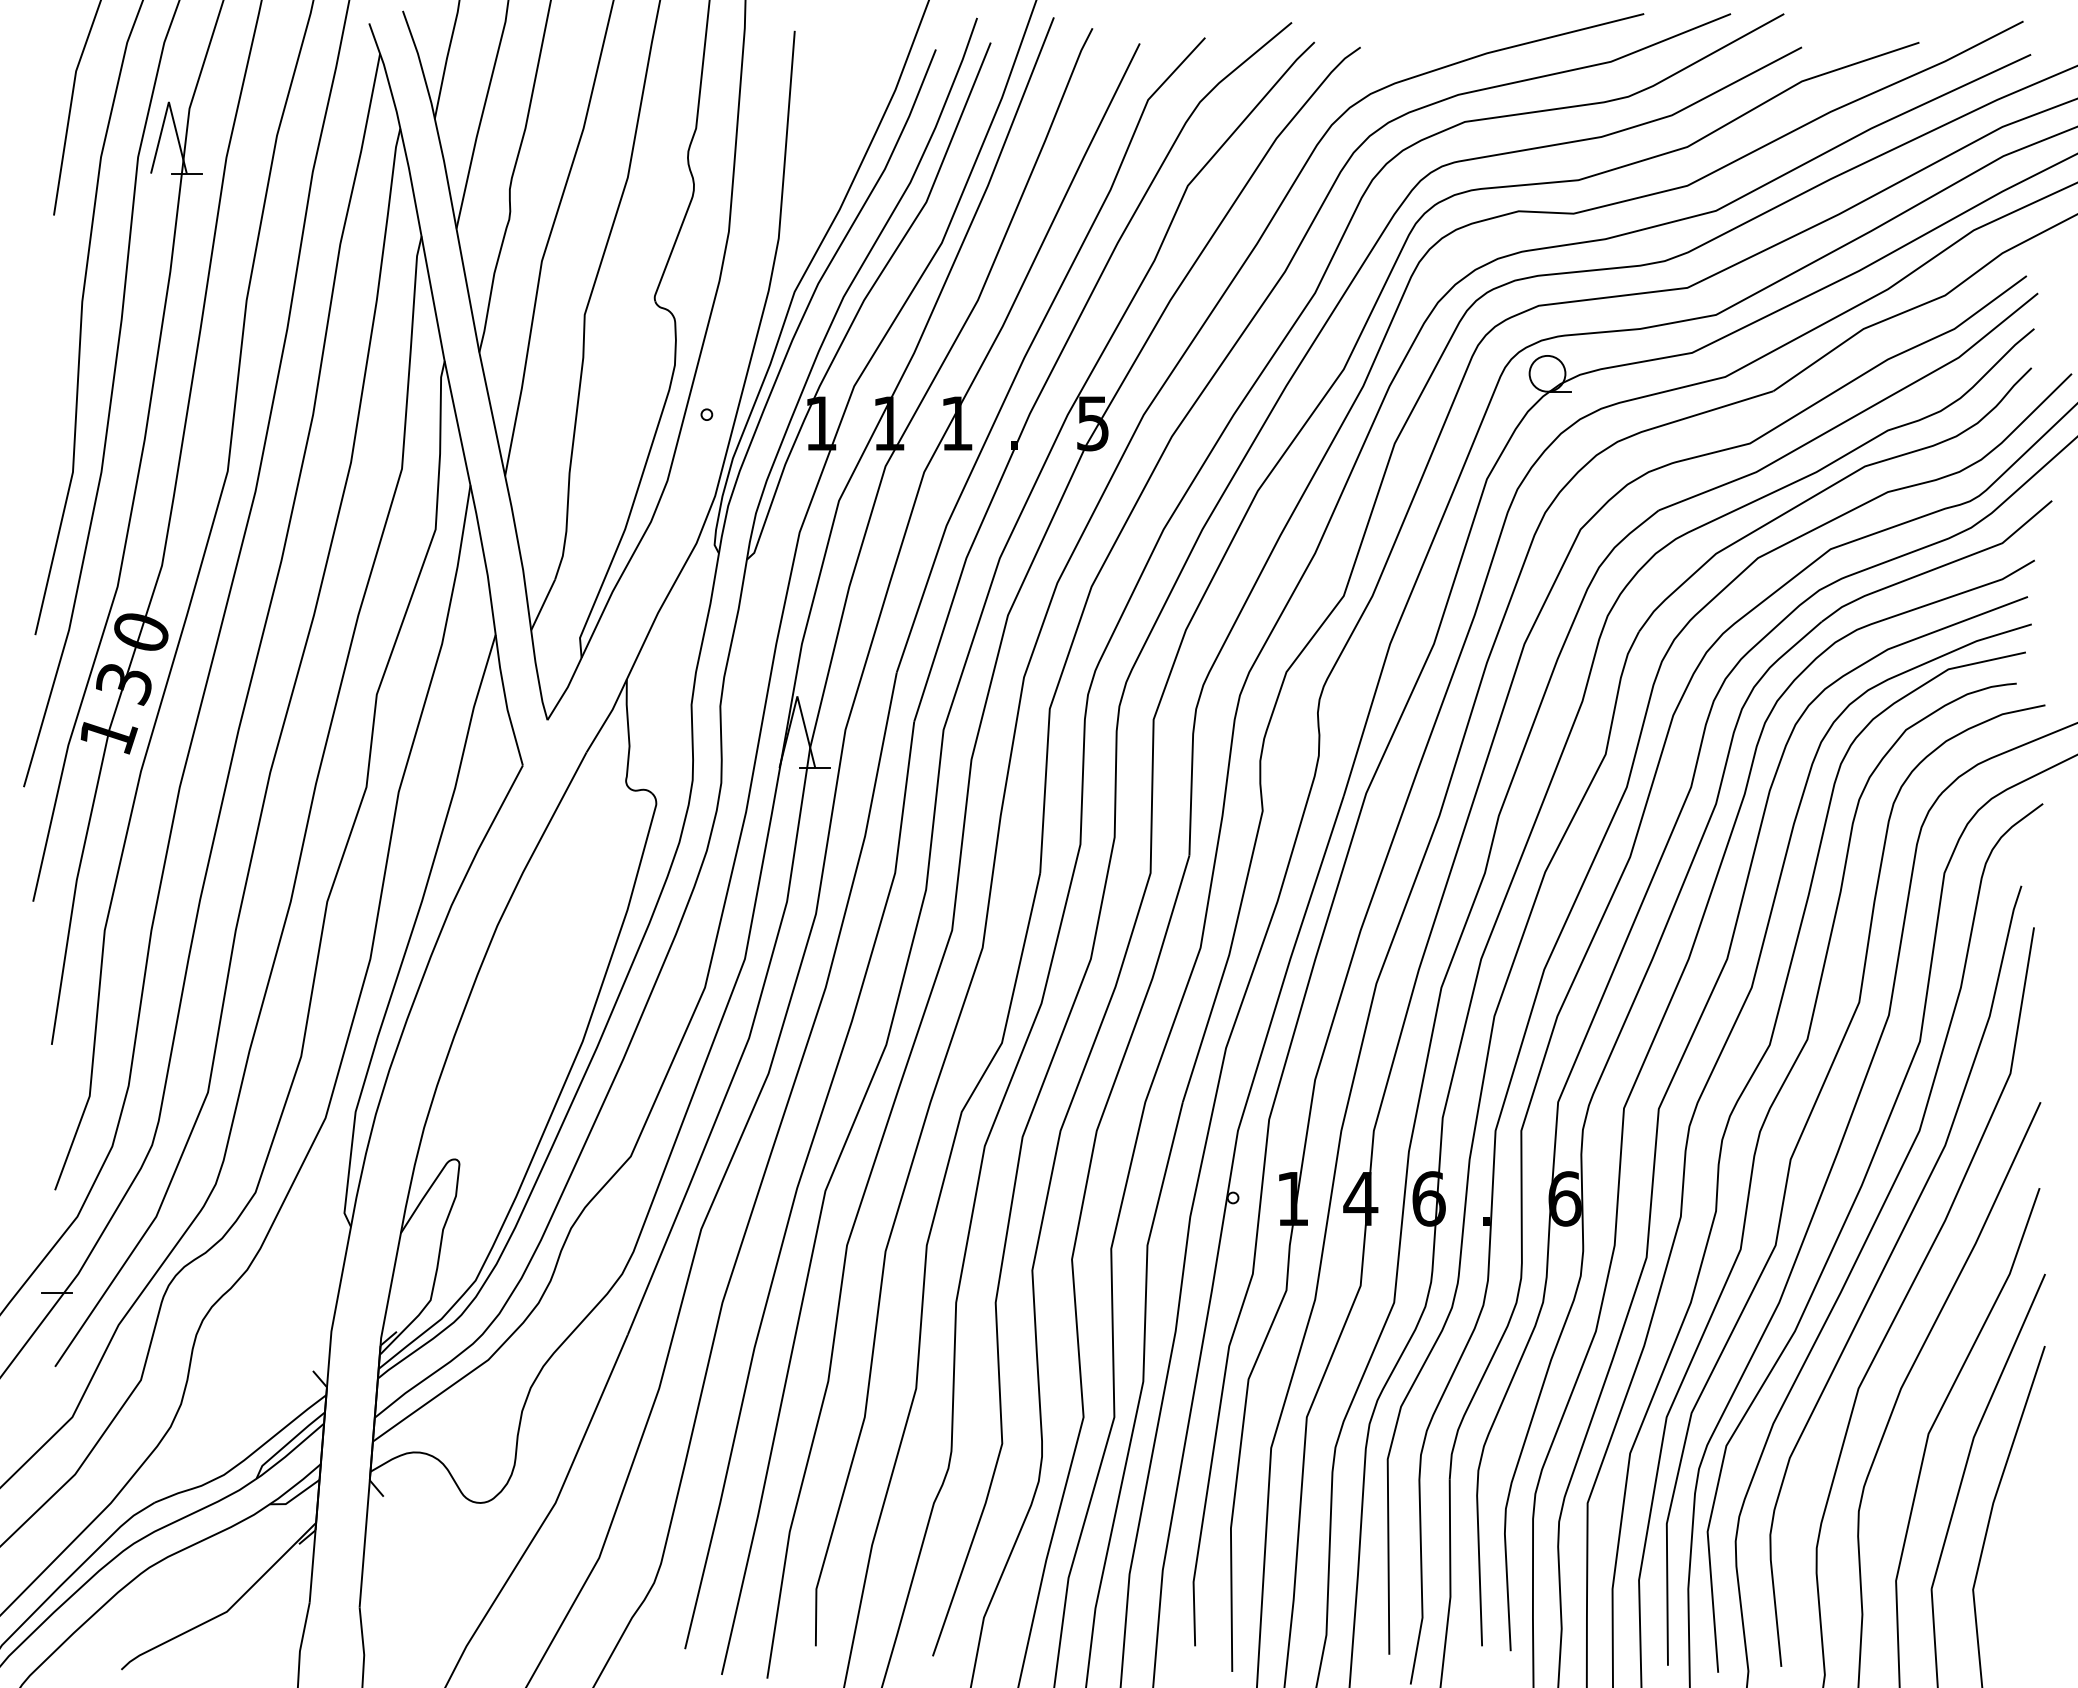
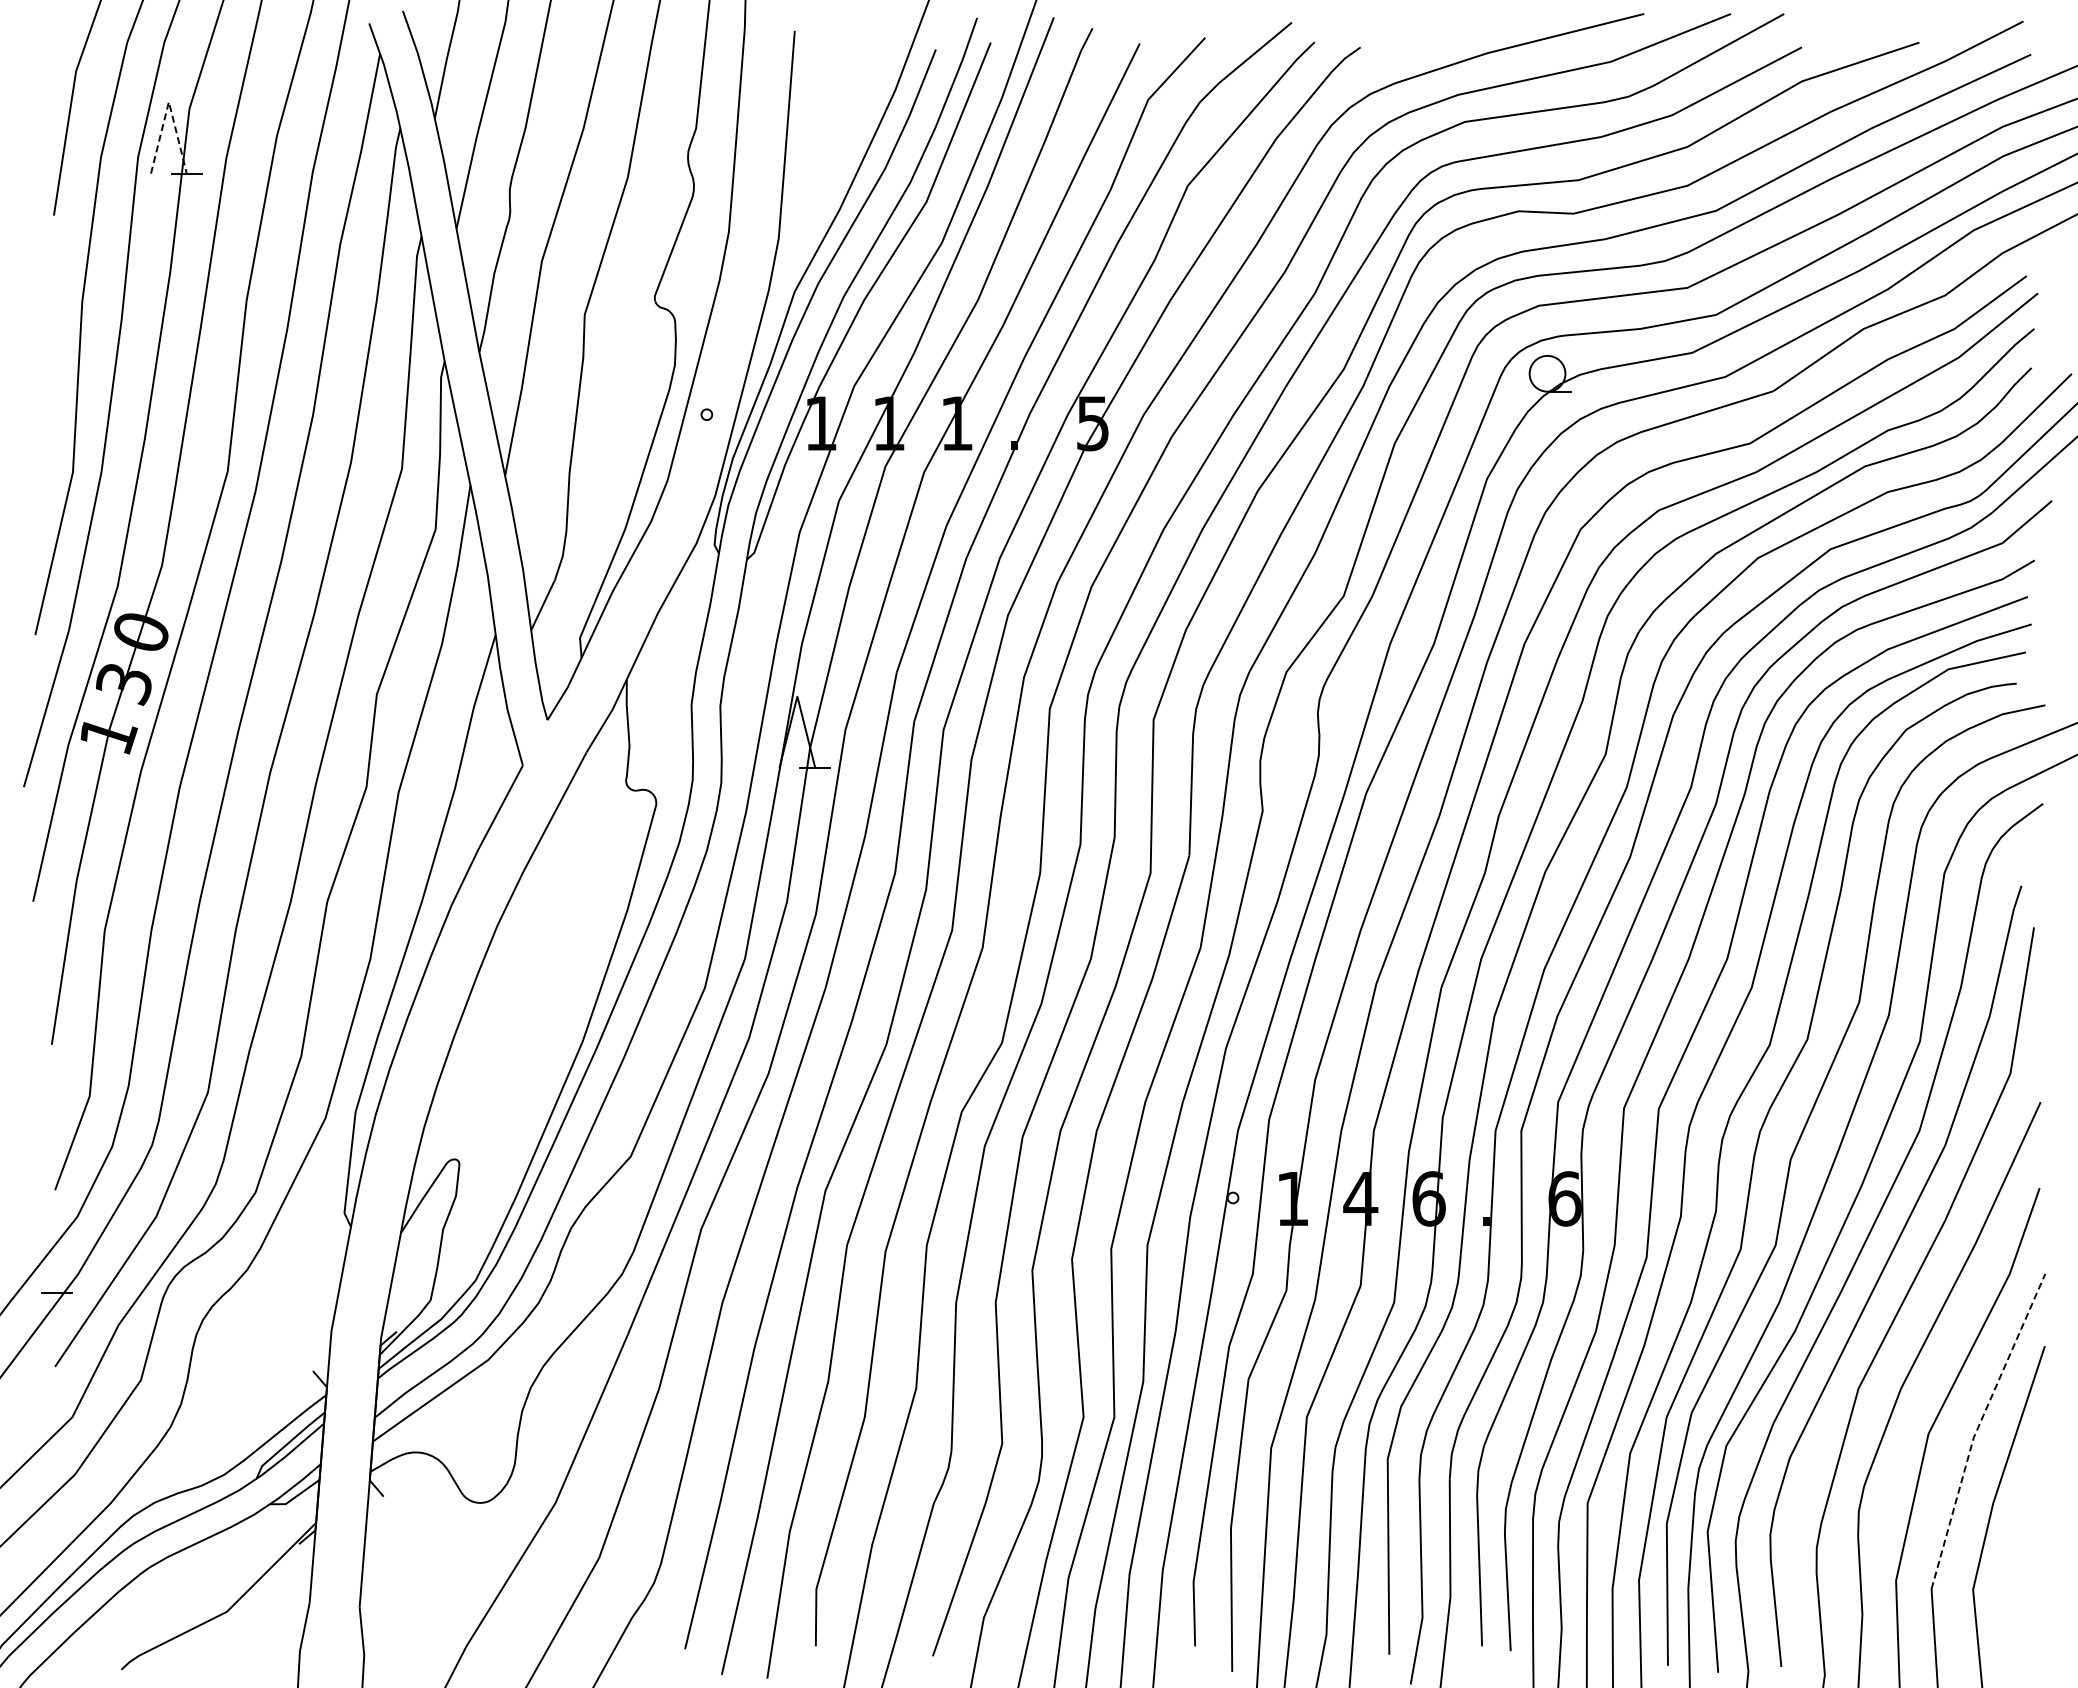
line at (168, 102): solid -> dashed
line at (1977, 1428): solid -> dashed
